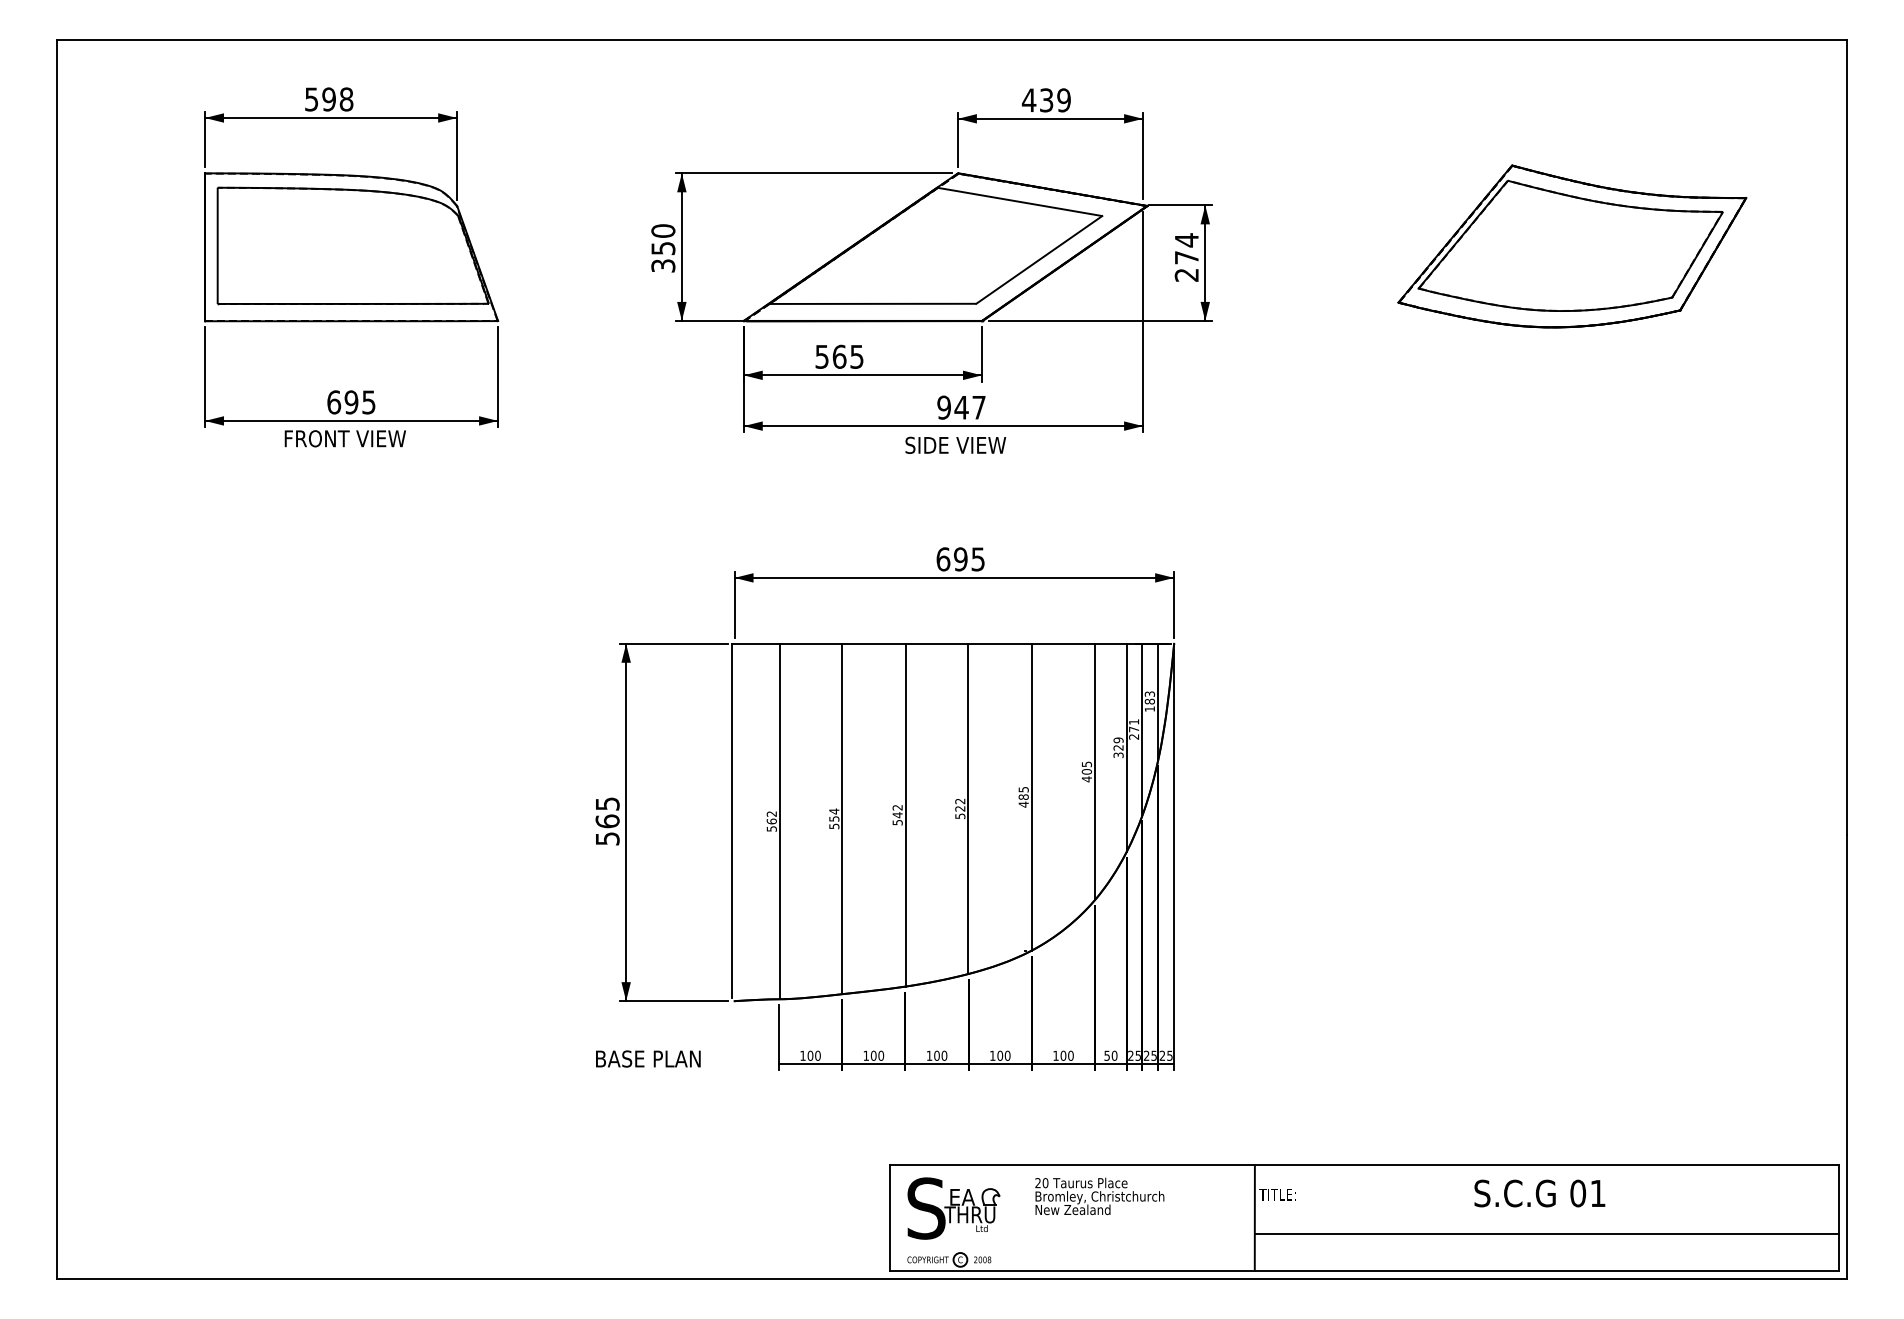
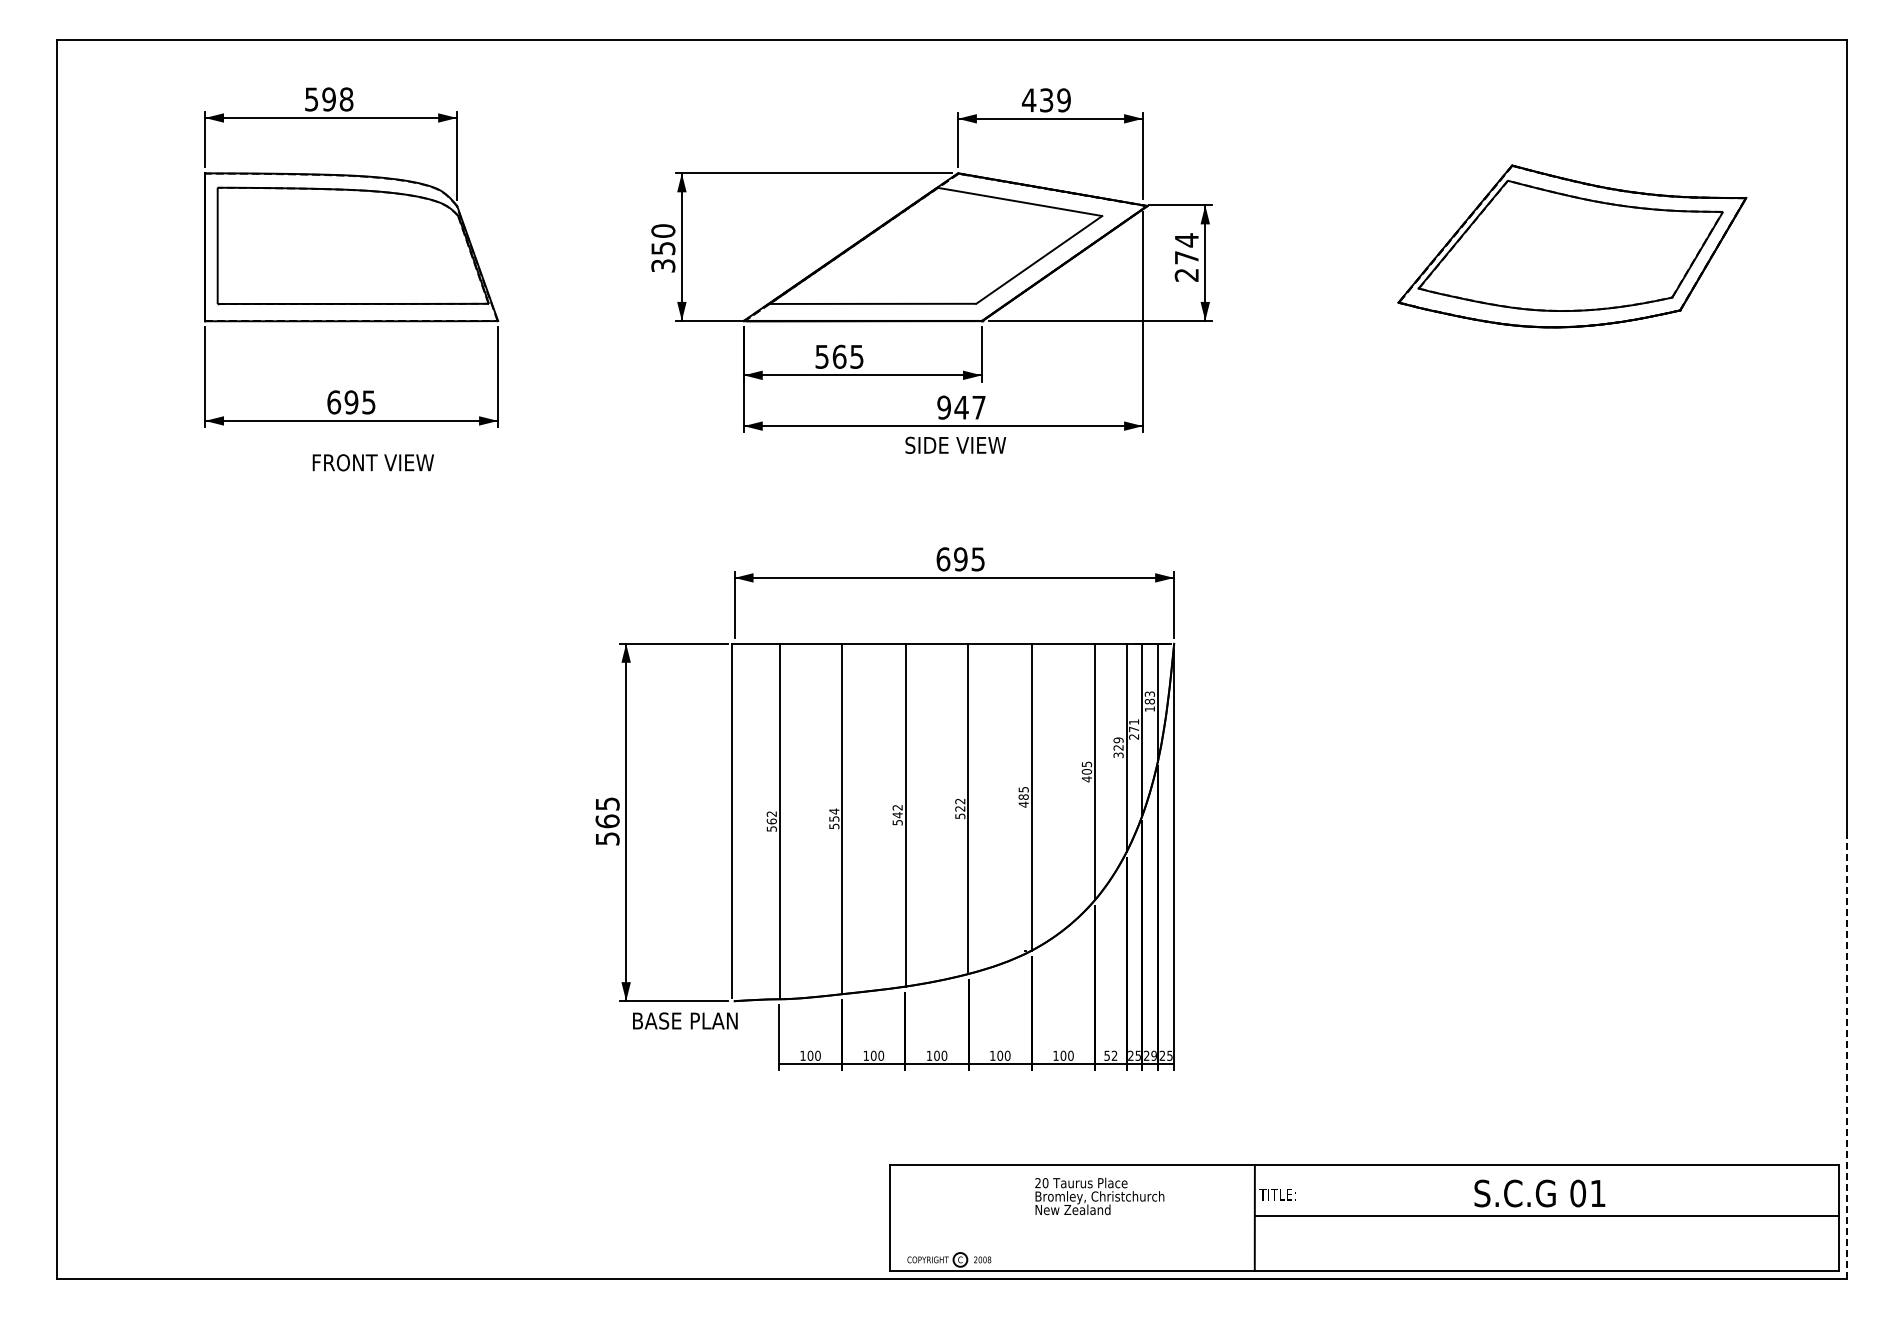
text at (344, 438) position: (344, 438) -> (372, 462)
text at (1114, 1055): 50 -> 52
text at (1153, 1055): 25 -> 29
line at (1846, 1056): solid -> dashed
text at (648, 1058) position: (648, 1058) -> (685, 1020)
part at (953, 1208): present -> none
line at (1546, 1234) position: (1546, 1234) -> (1546, 1216)
